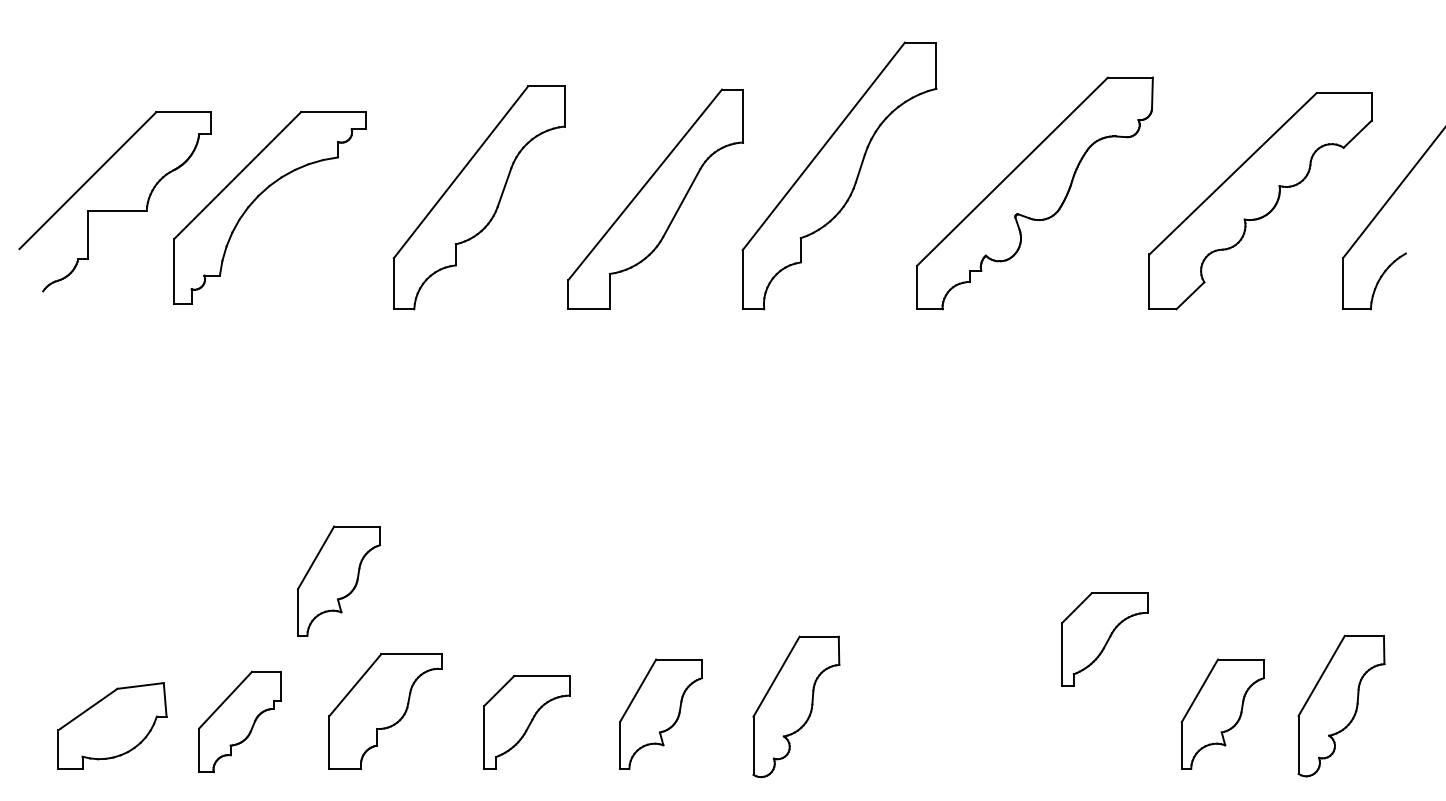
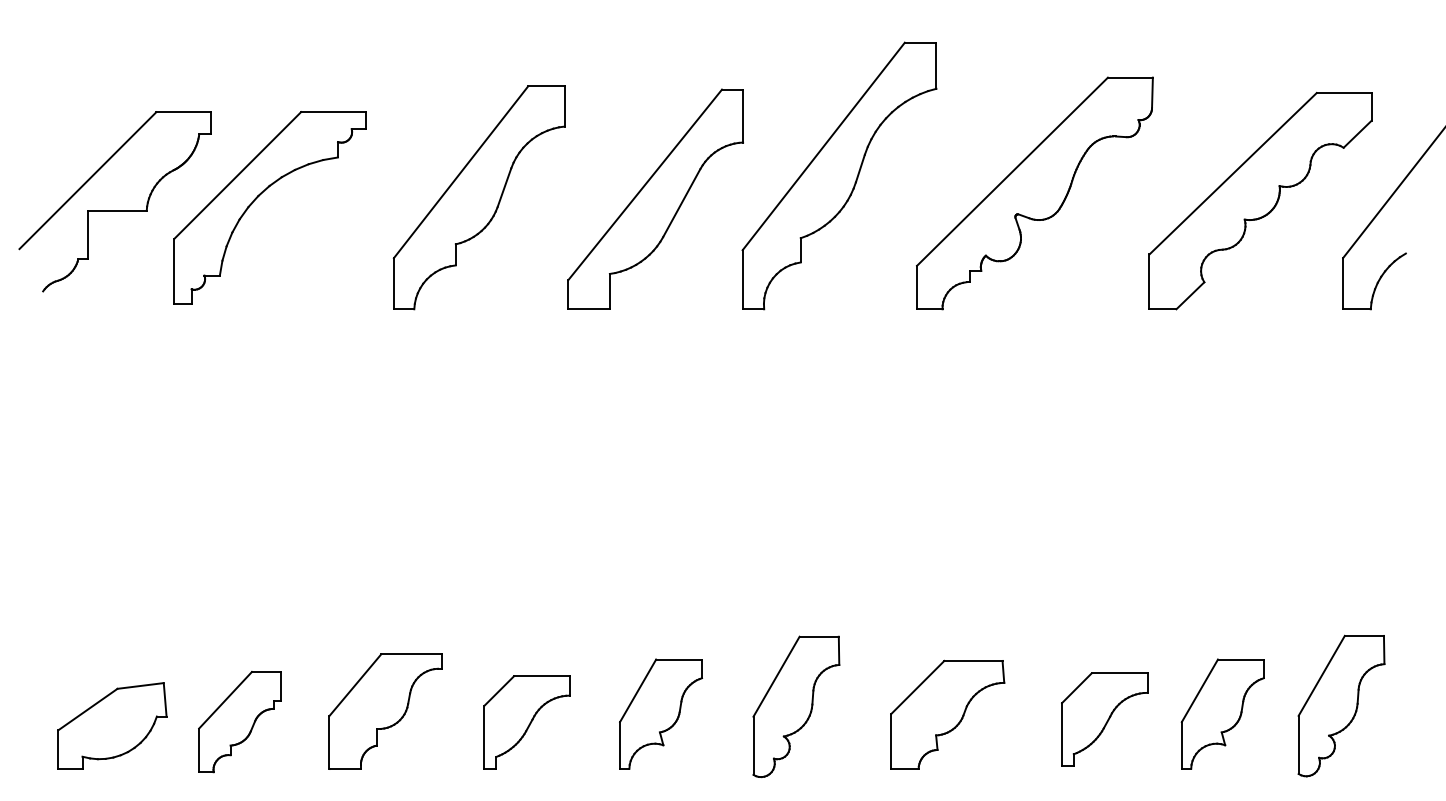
part at (339, 580): present -> none
part at (1104, 639) position: (1104, 639) -> (1104, 719)
part at (947, 714): none -> present
